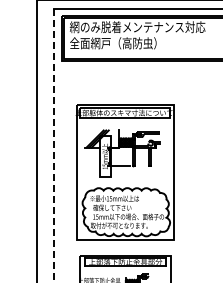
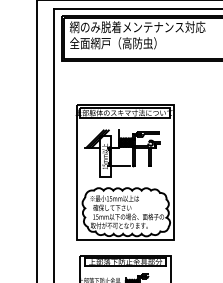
line at (54, 146): dashed -> solid
